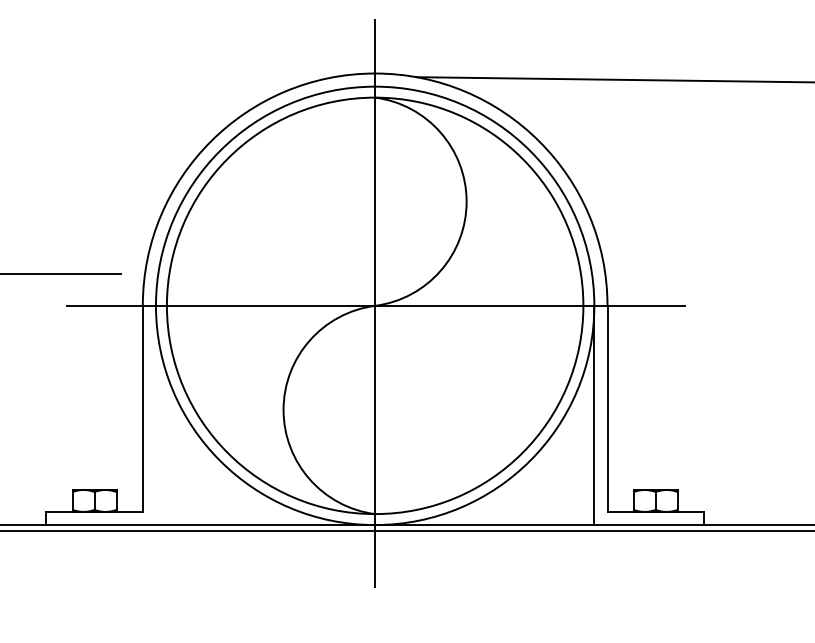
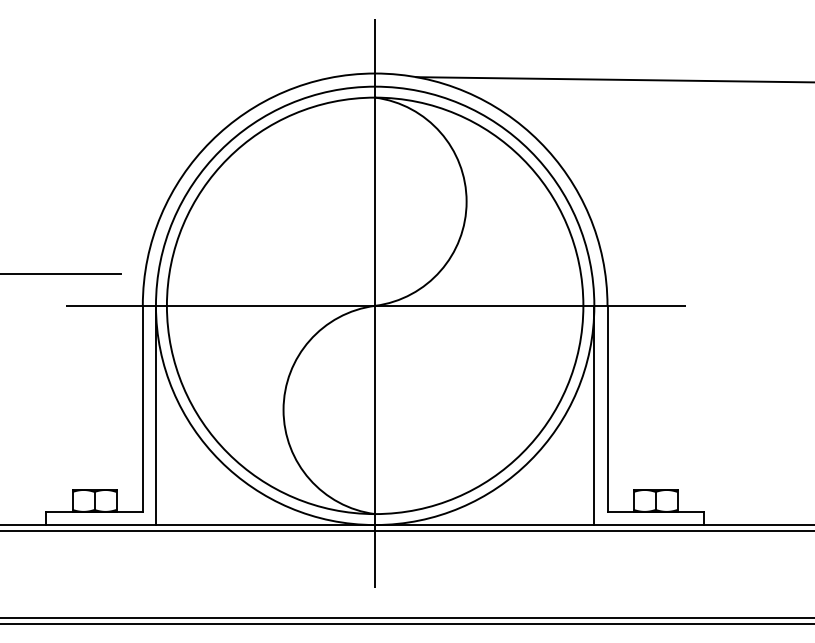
line at (155, 415): none -> present
line at (406, 618): none -> present
line at (406, 623): none -> present
